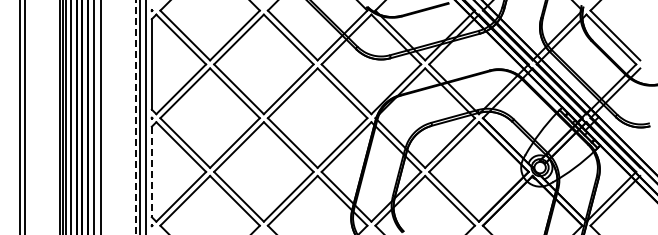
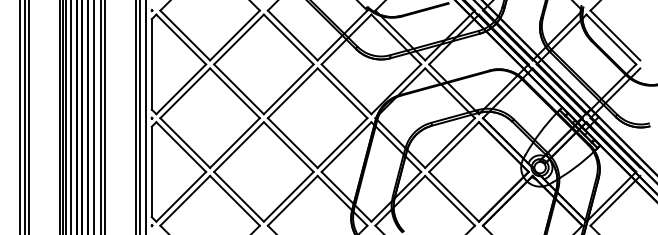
line at (29, 116): none -> present
line at (105, 116): none -> present
line at (135, 117): dashed -> solid
line at (151, 172): dashed -> solid
